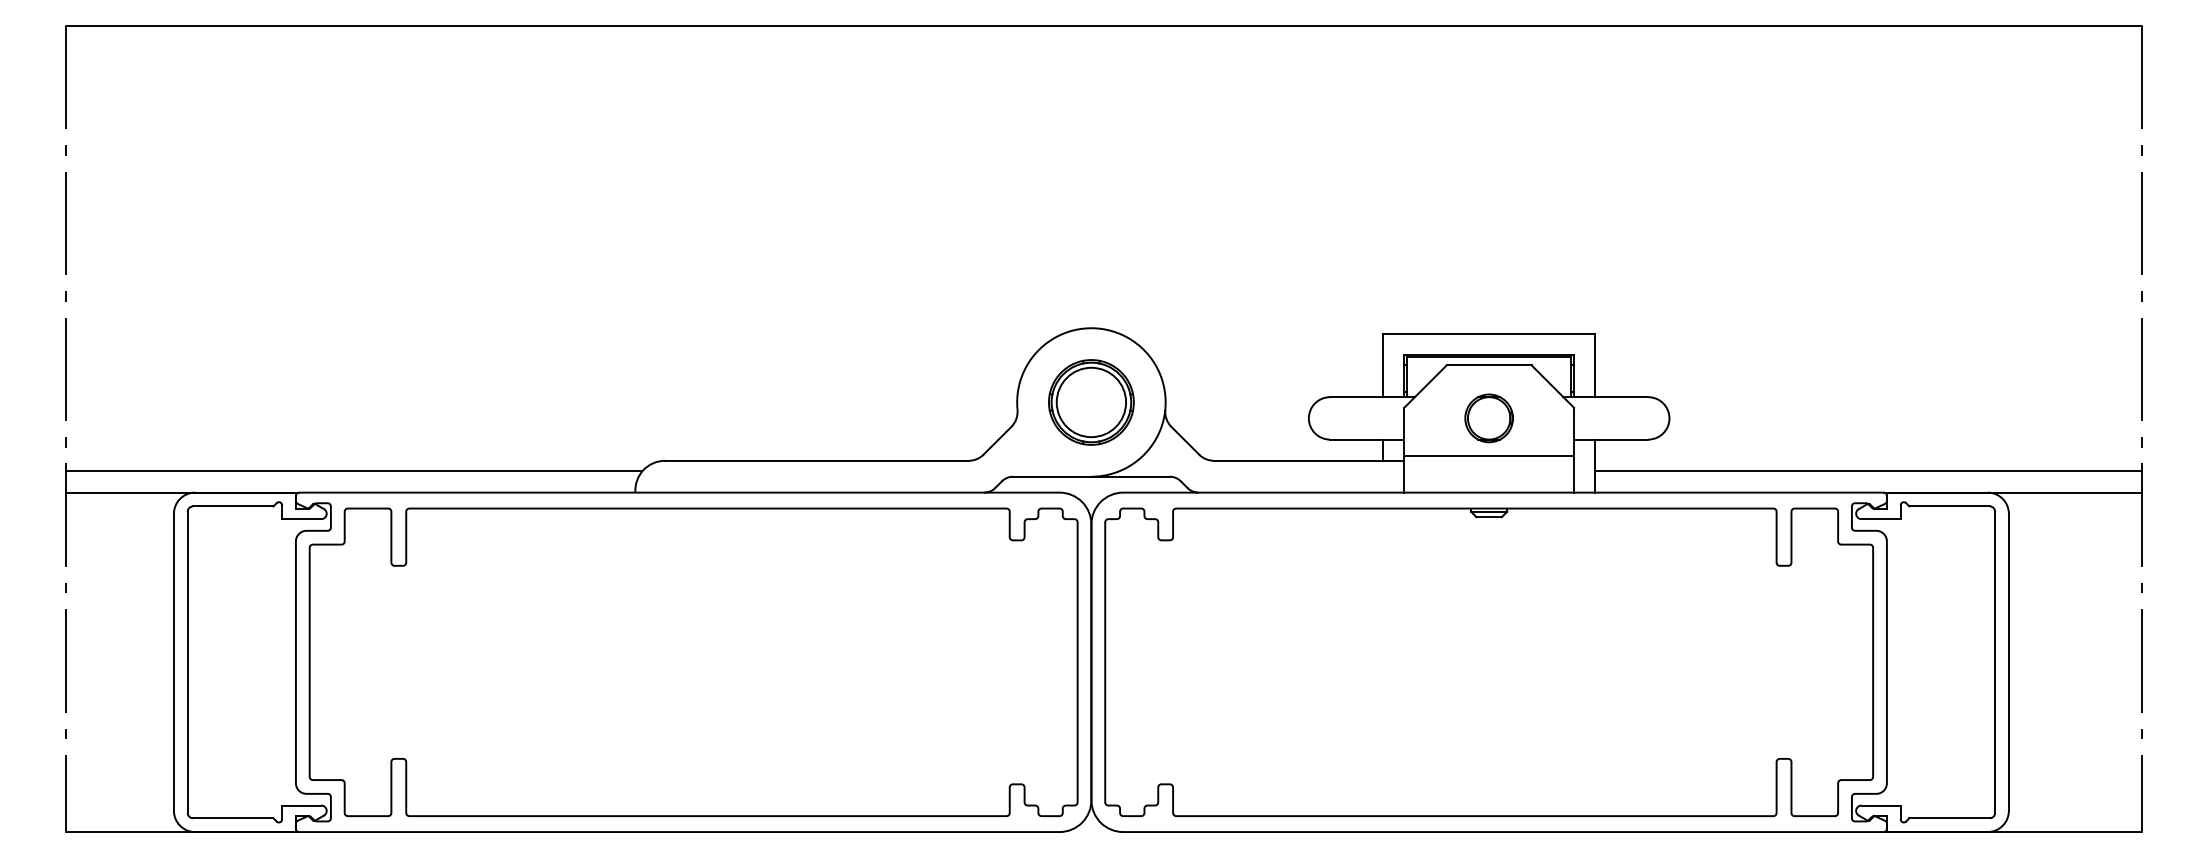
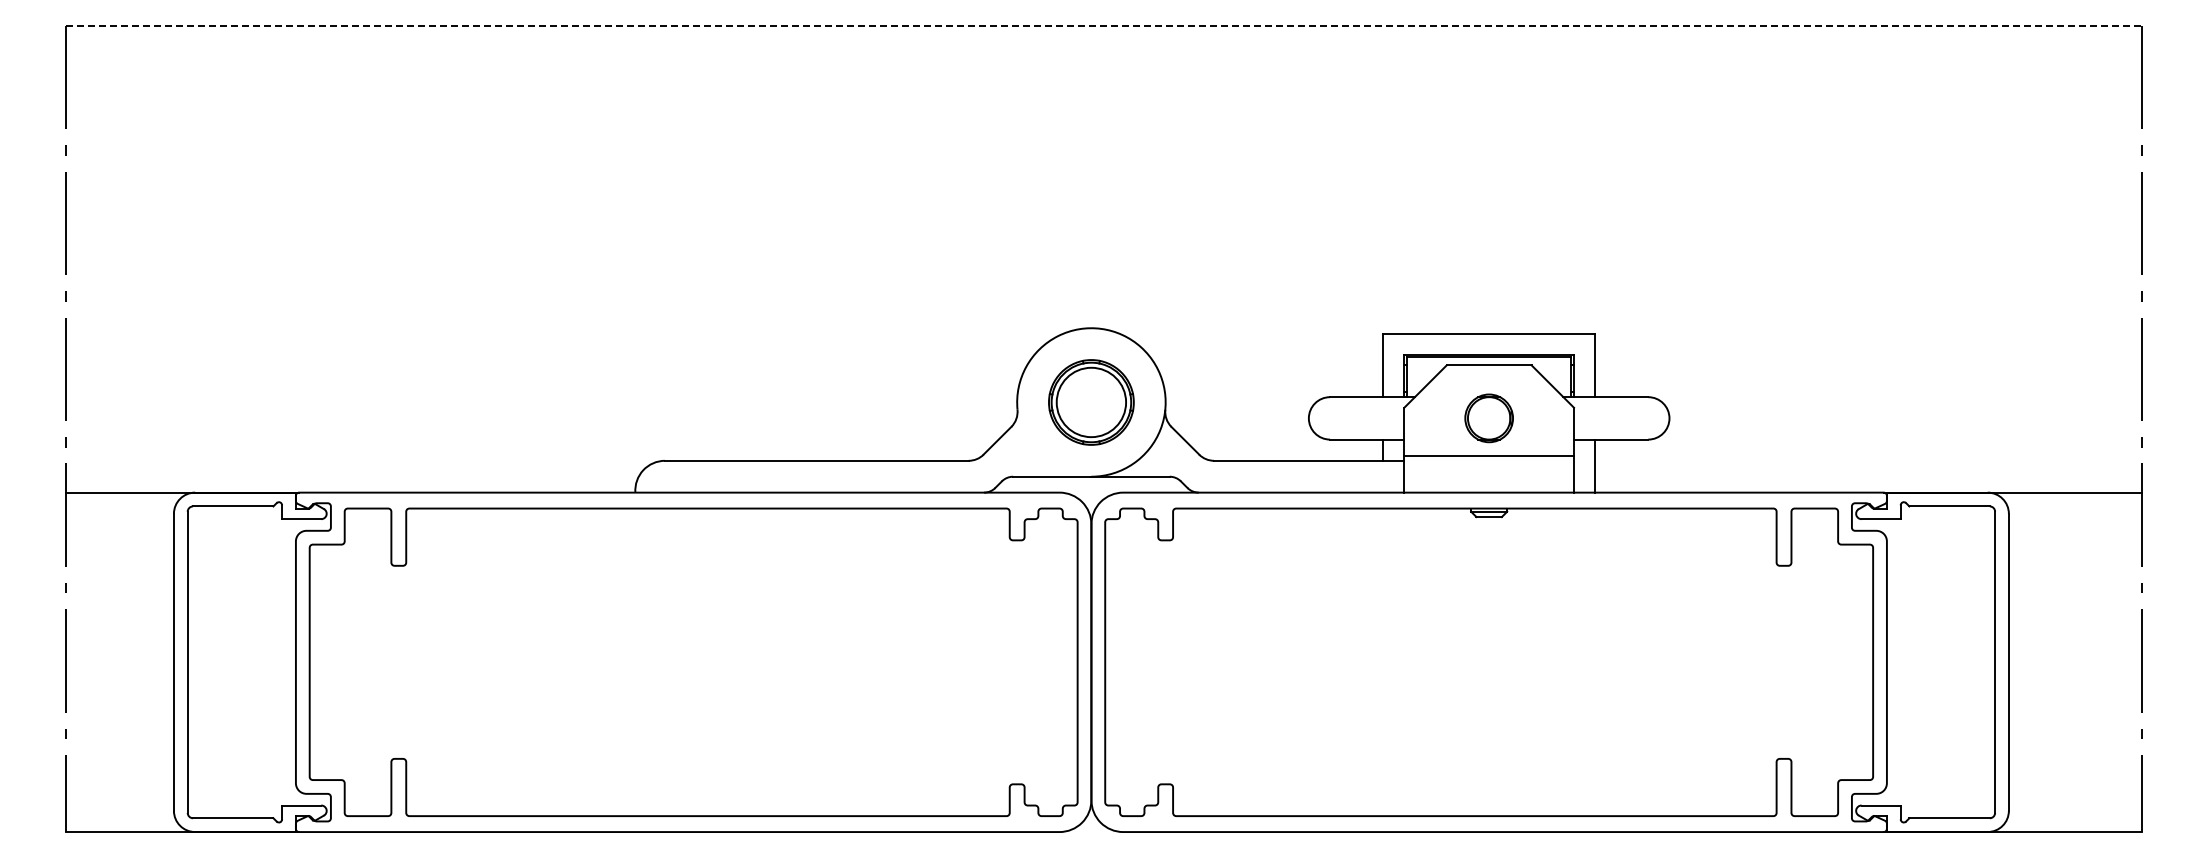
line at (1104, 25): solid -> dashed
line at (354, 471): present -> none
line at (1868, 471): present -> none
